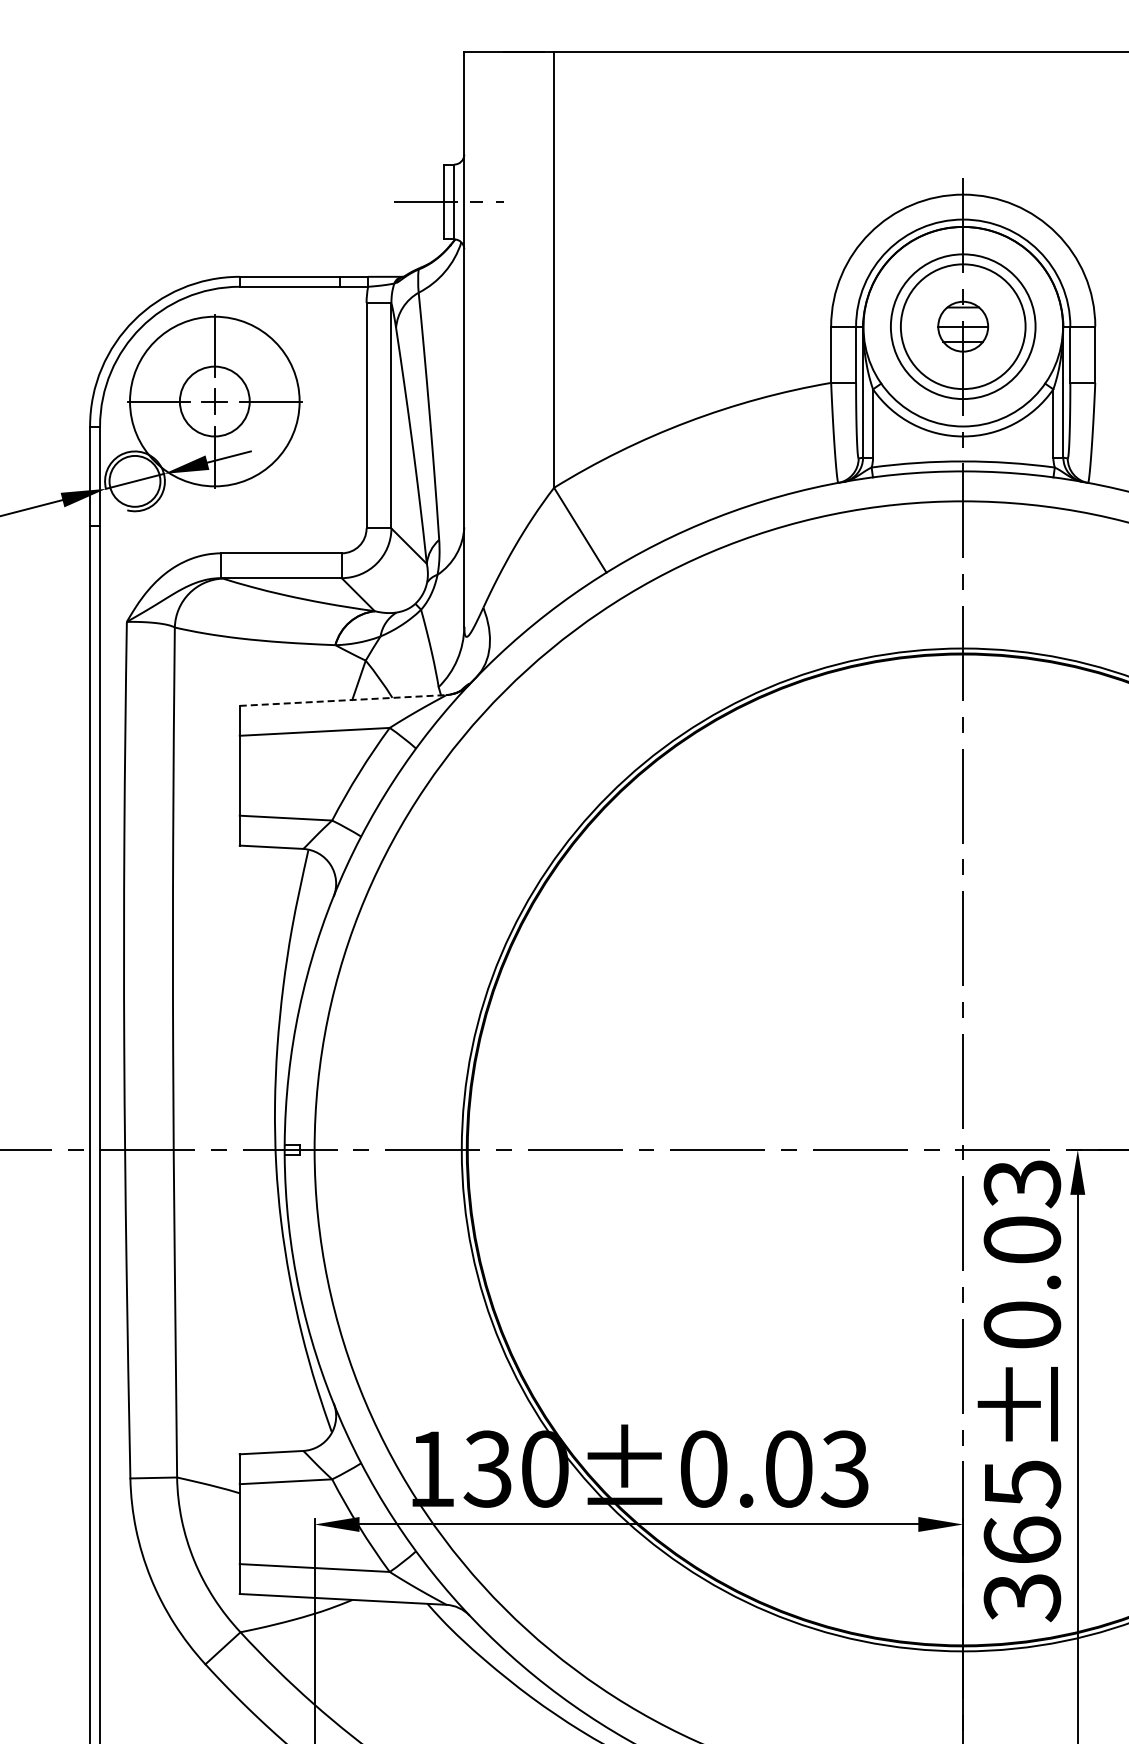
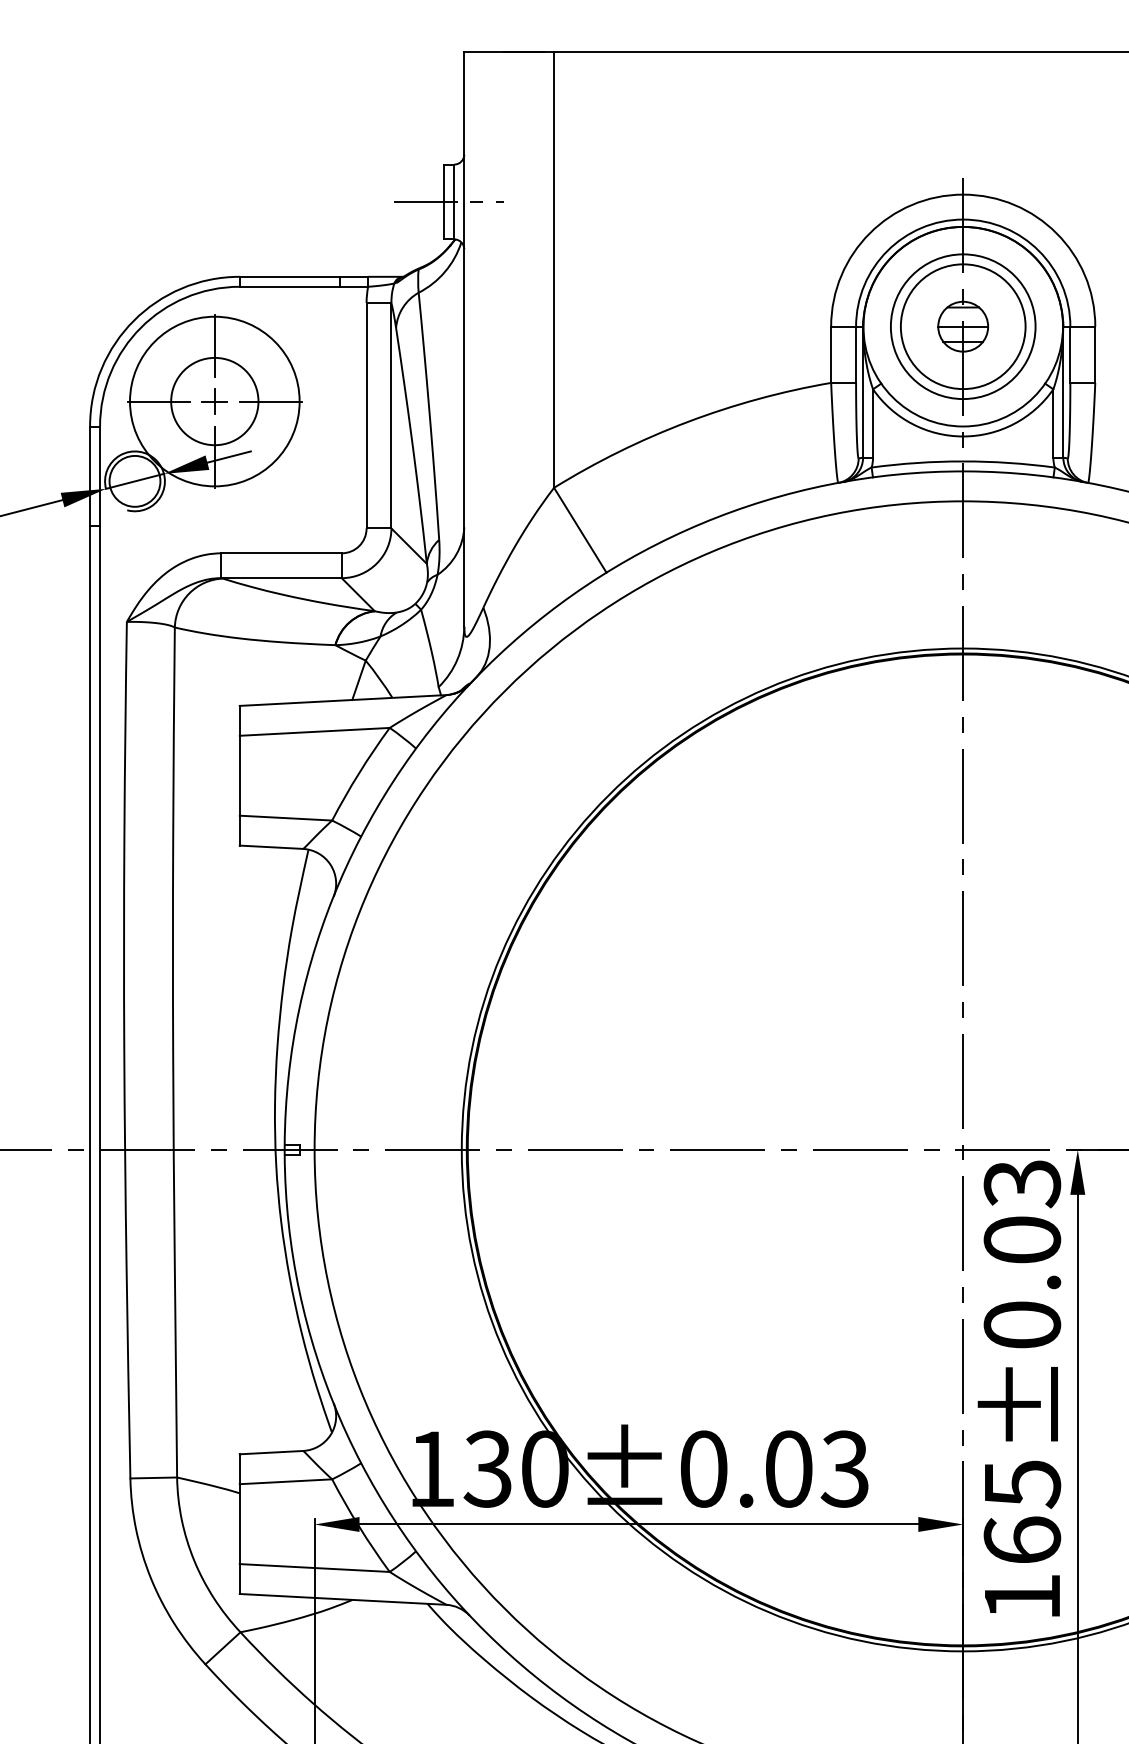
circle at (214, 401) diameter: 70 px -> 87 px
line at (343, 700): dashed -> solid
text at (1022, 1598): 365±0.03 -> 165±0.03
